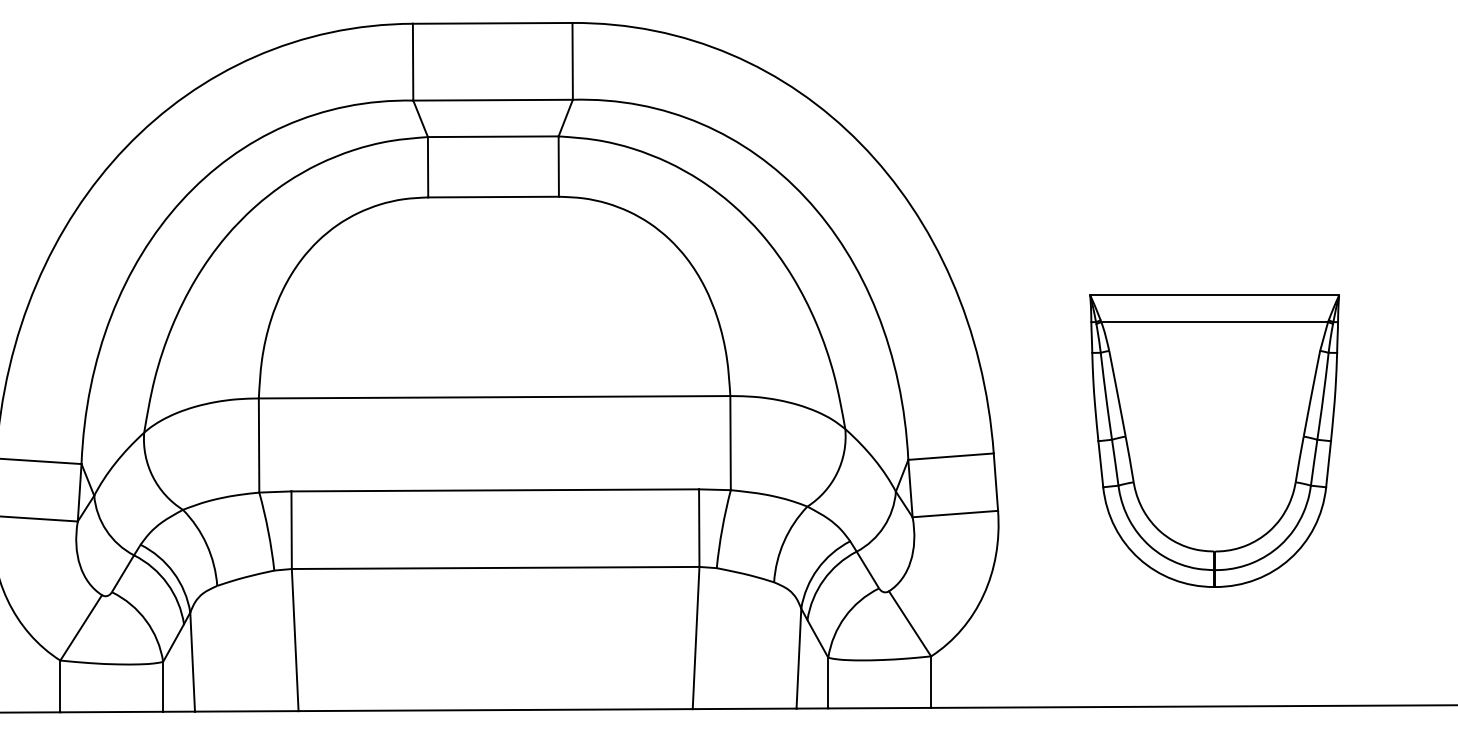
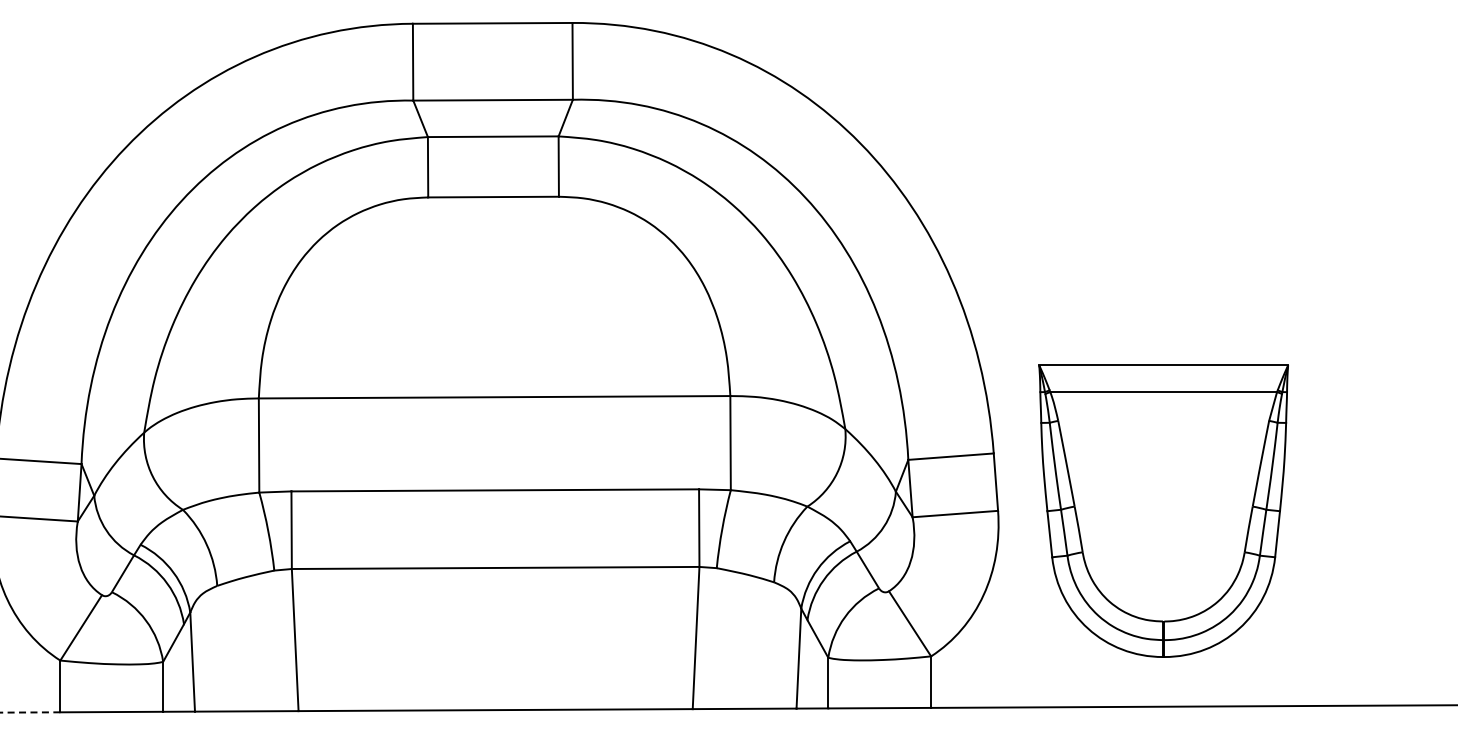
part at (1214, 440) position: (1214, 440) -> (1163, 510)
line at (30, 712): solid -> dashed
